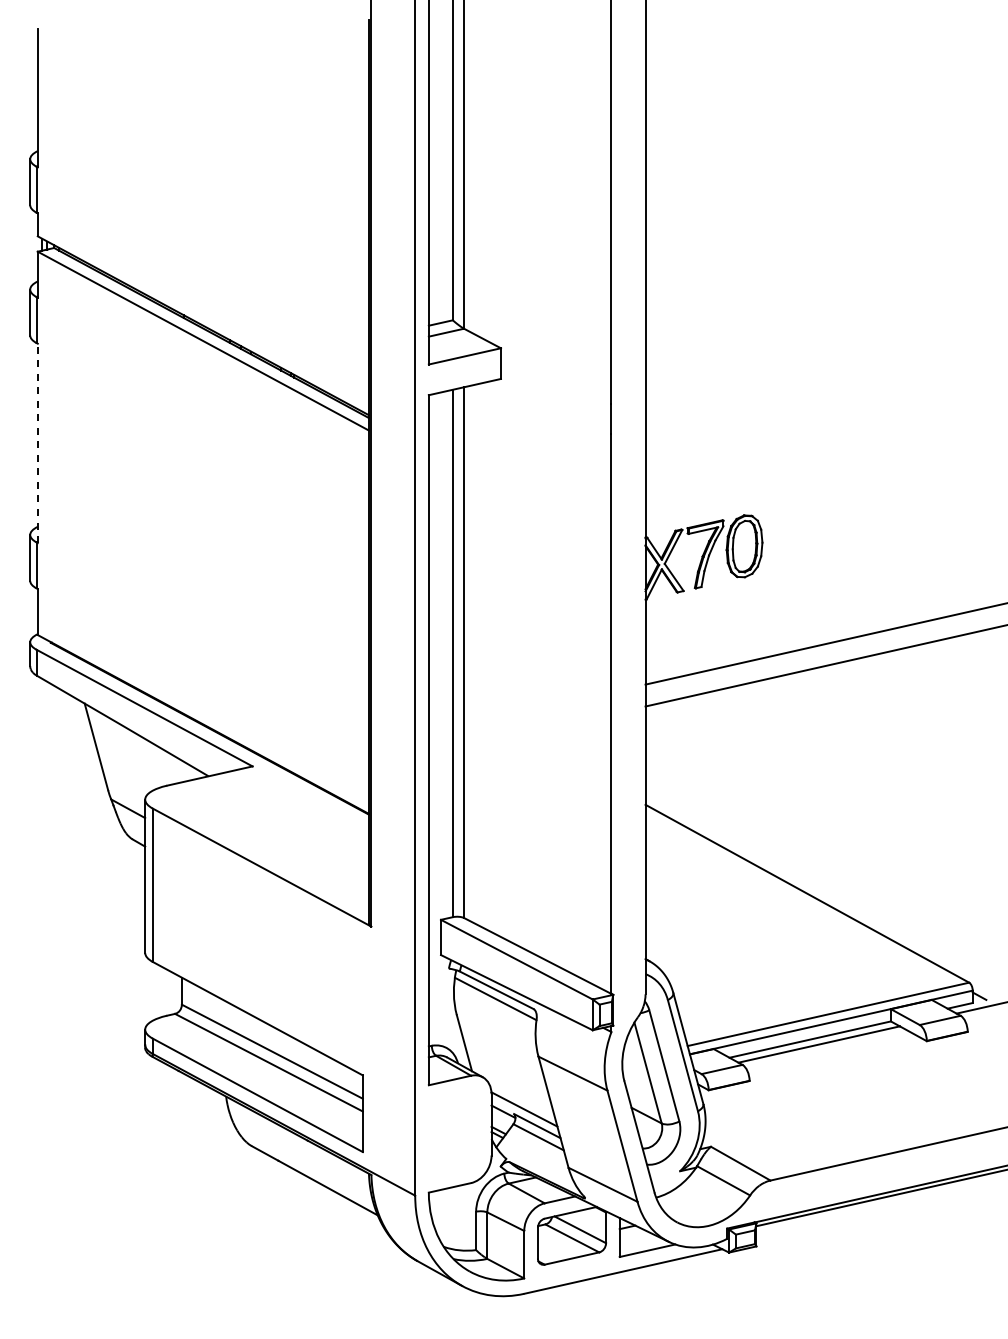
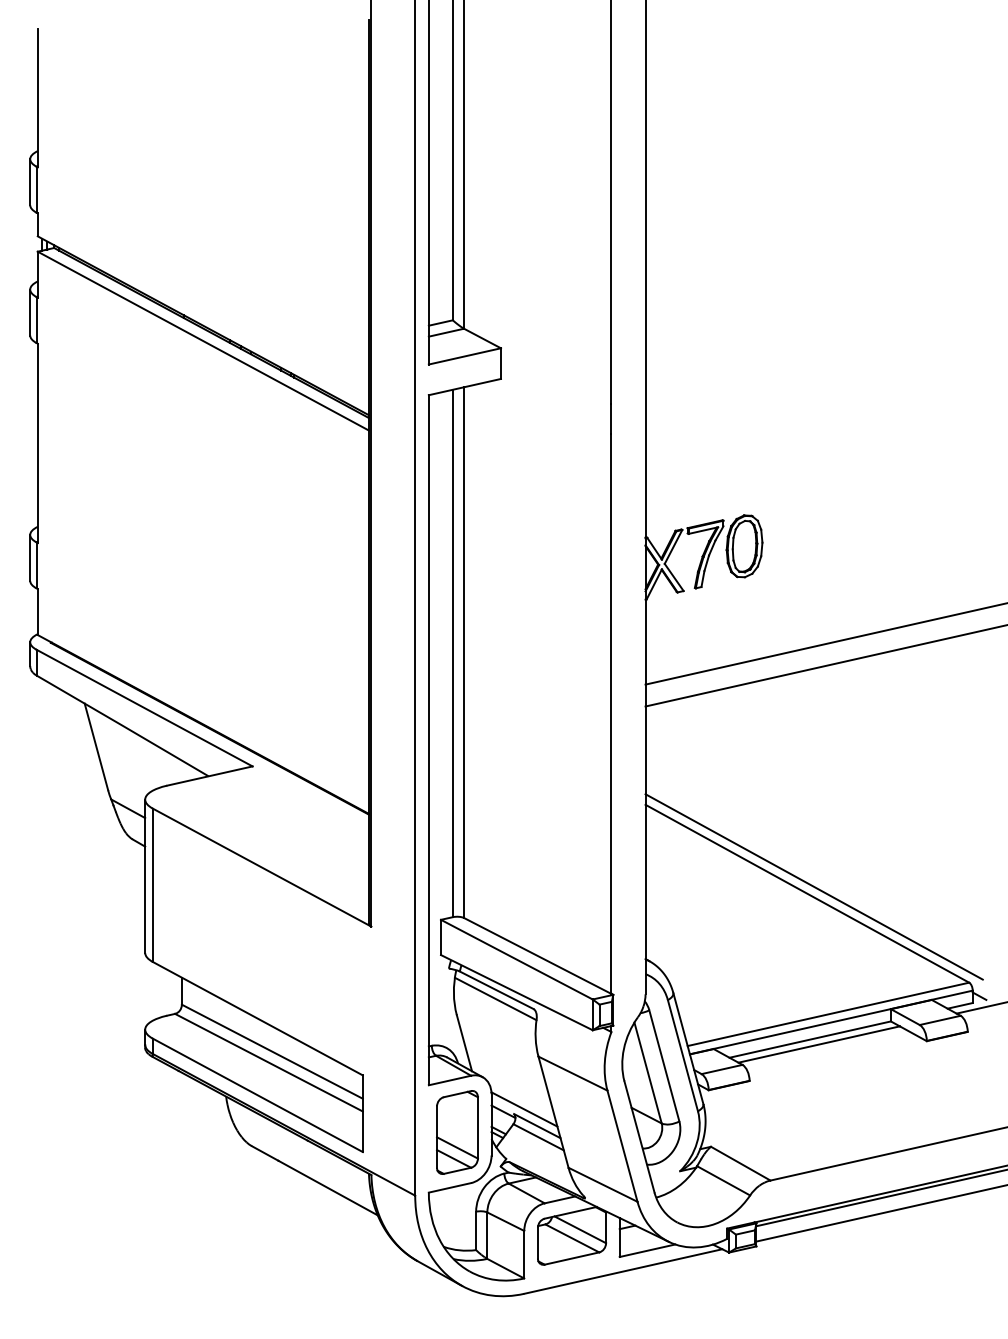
line at (37, 443): dashed -> solid
line at (813, 886): none -> present
part at (457, 1132): none -> present
line at (880, 1213): none -> present
